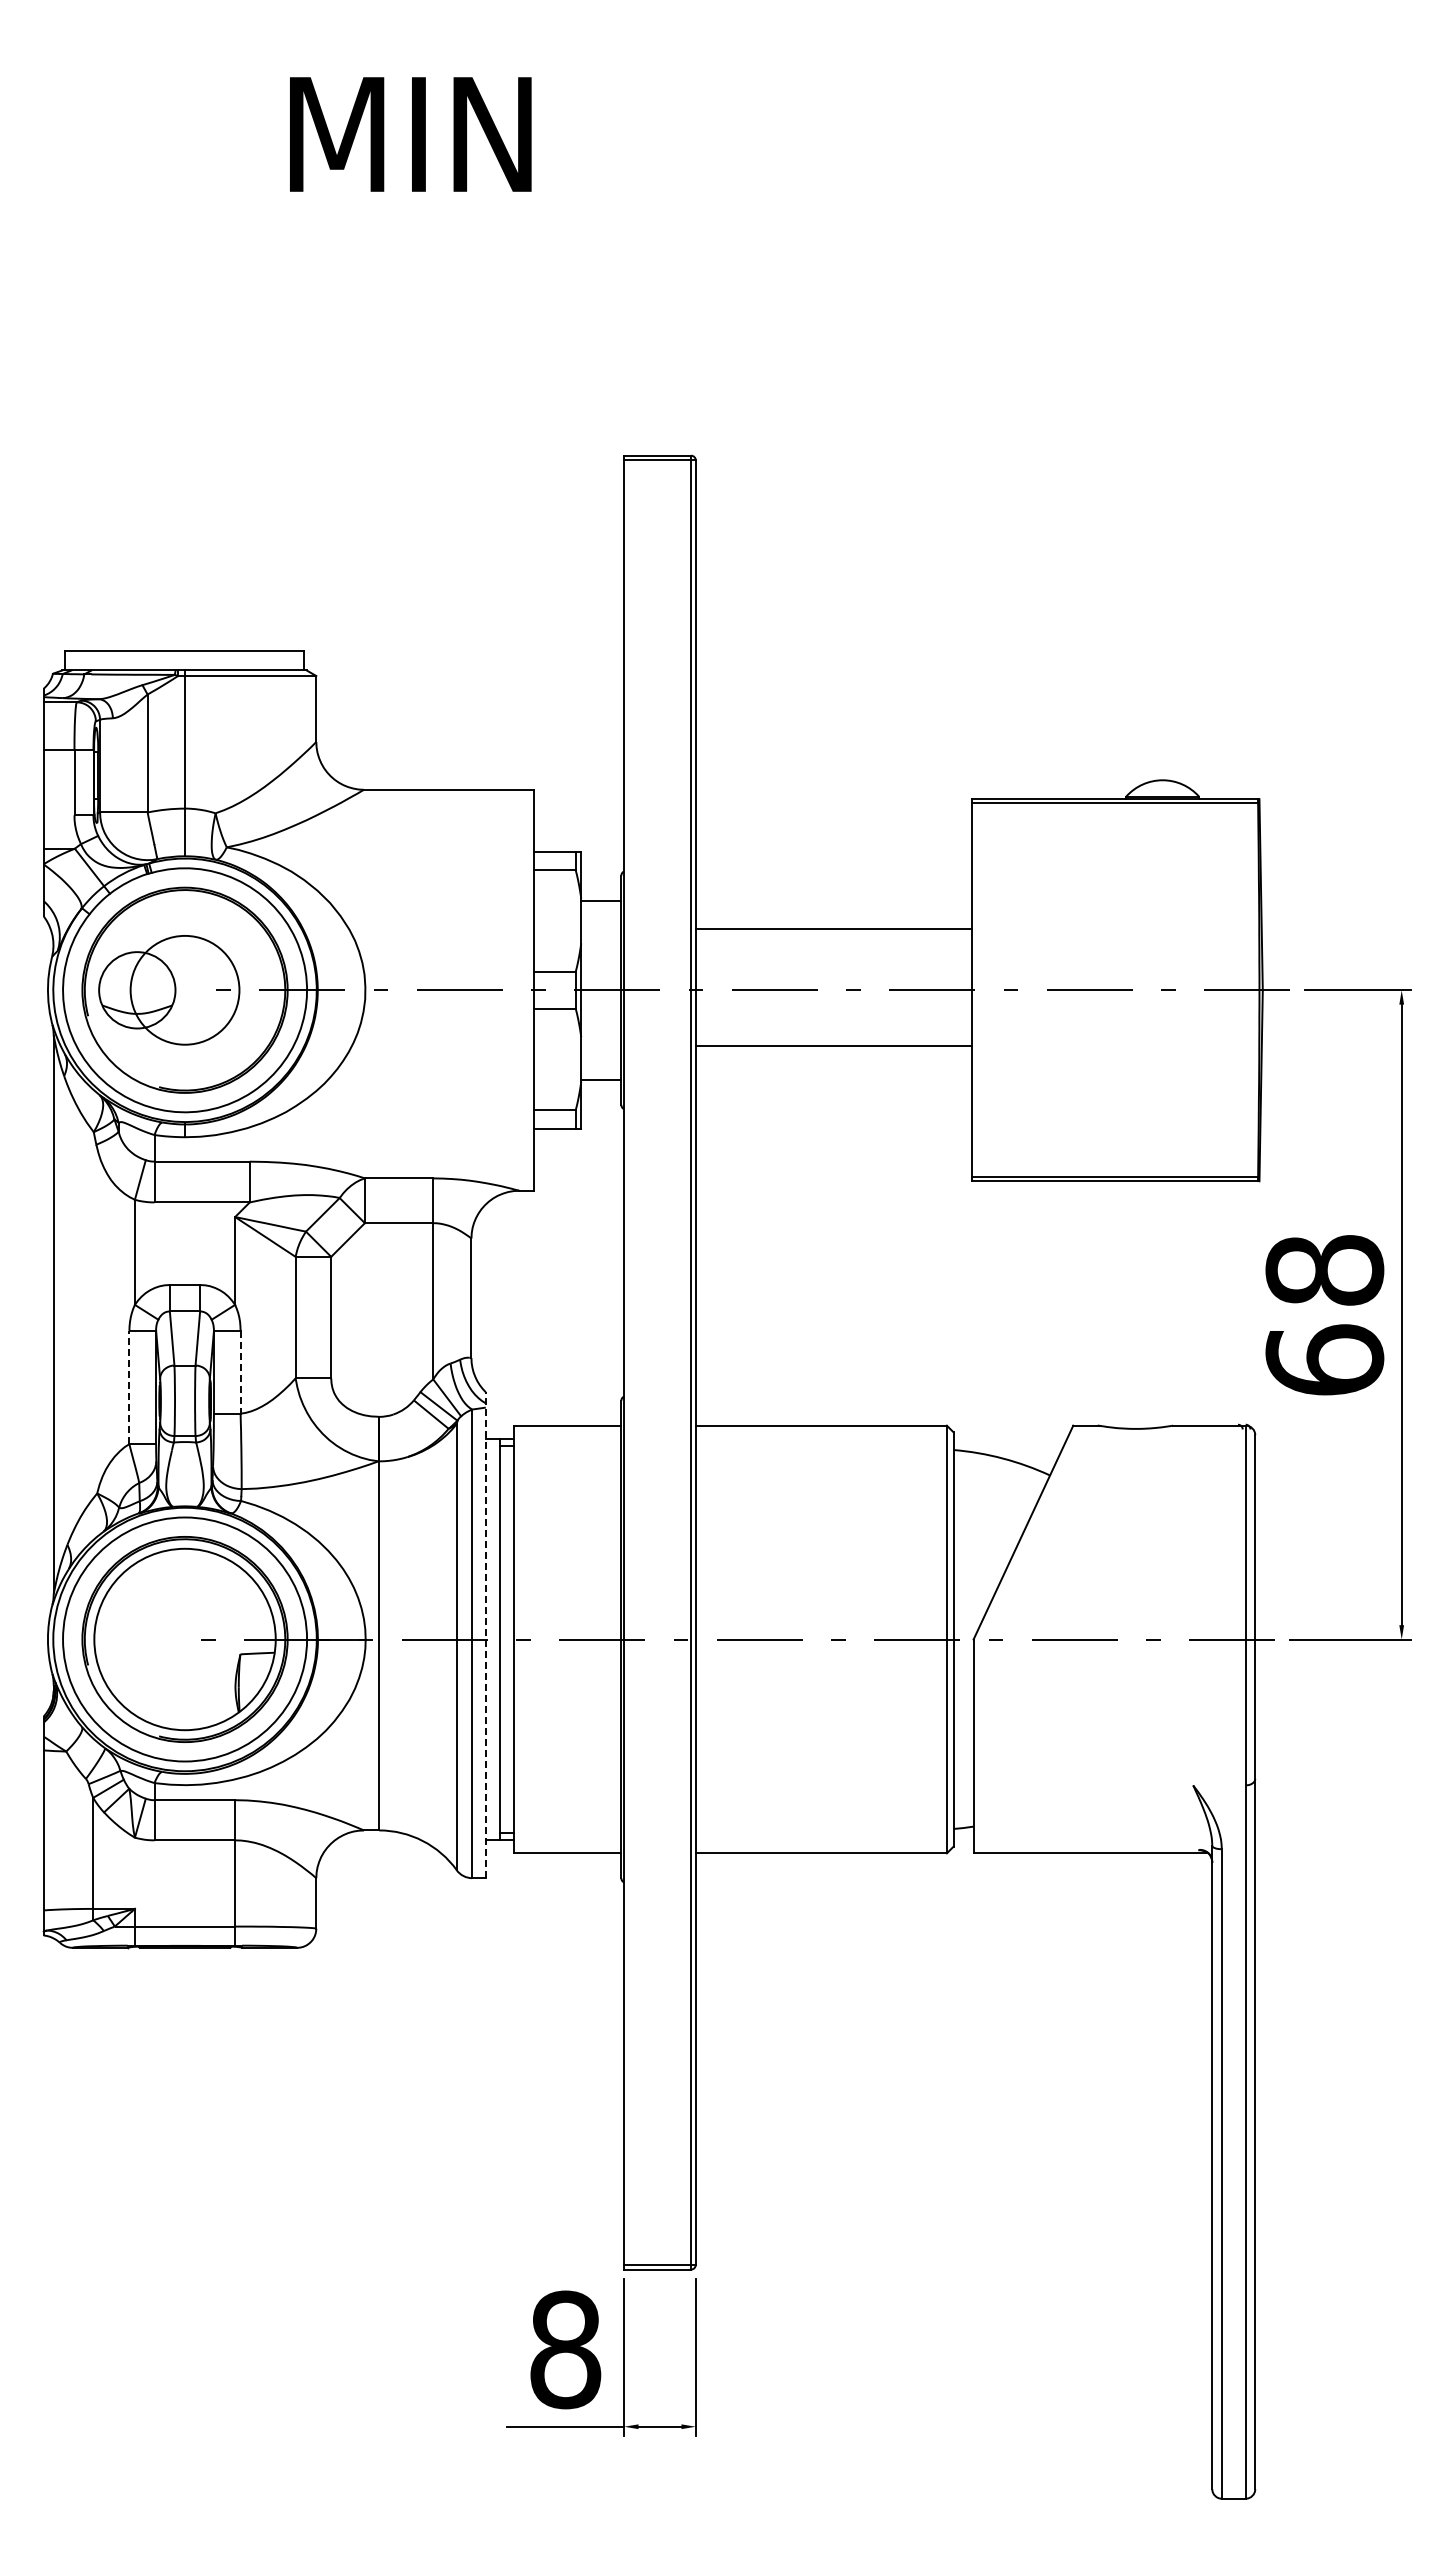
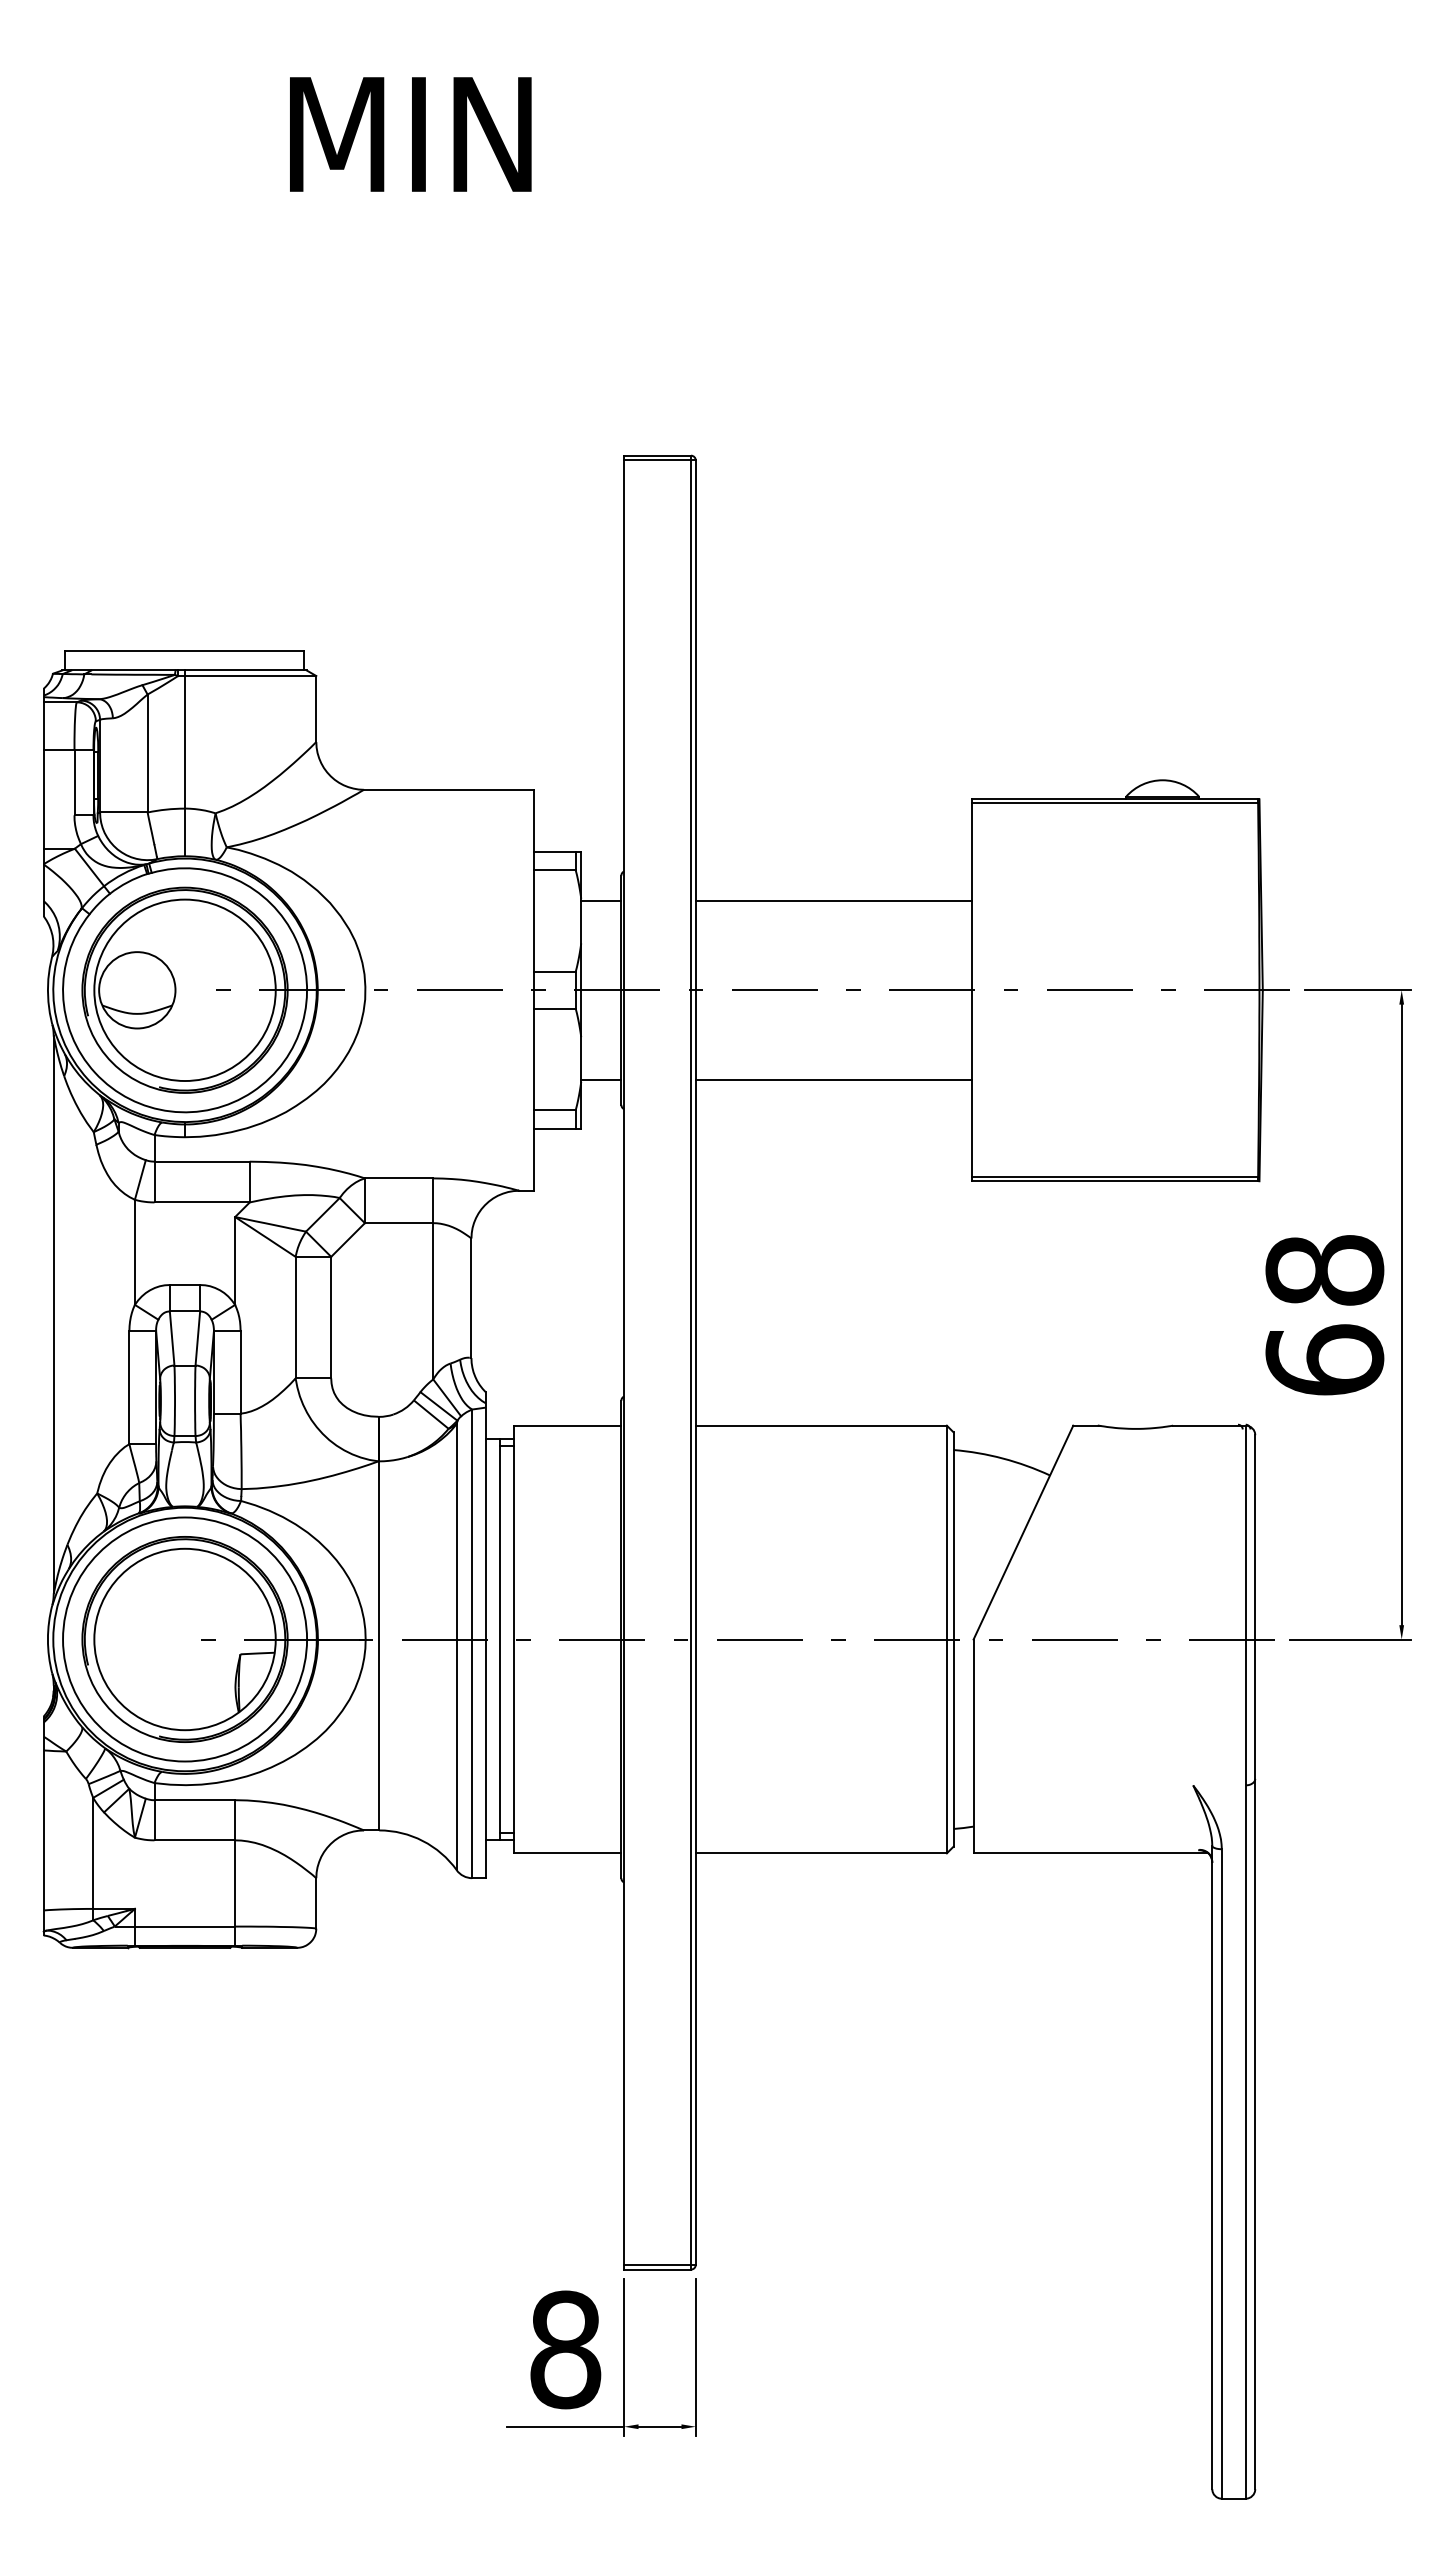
line at (833, 929) position: (833, 929) -> (833, 901)
circle at (184, 989) diameter: 109 px -> 181 px
line at (833, 1045) position: (833, 1045) -> (833, 1079)
line at (240, 1372): dashed -> solid
line at (129, 1387): dashed -> solid
line at (485, 1635): dashed -> solid
